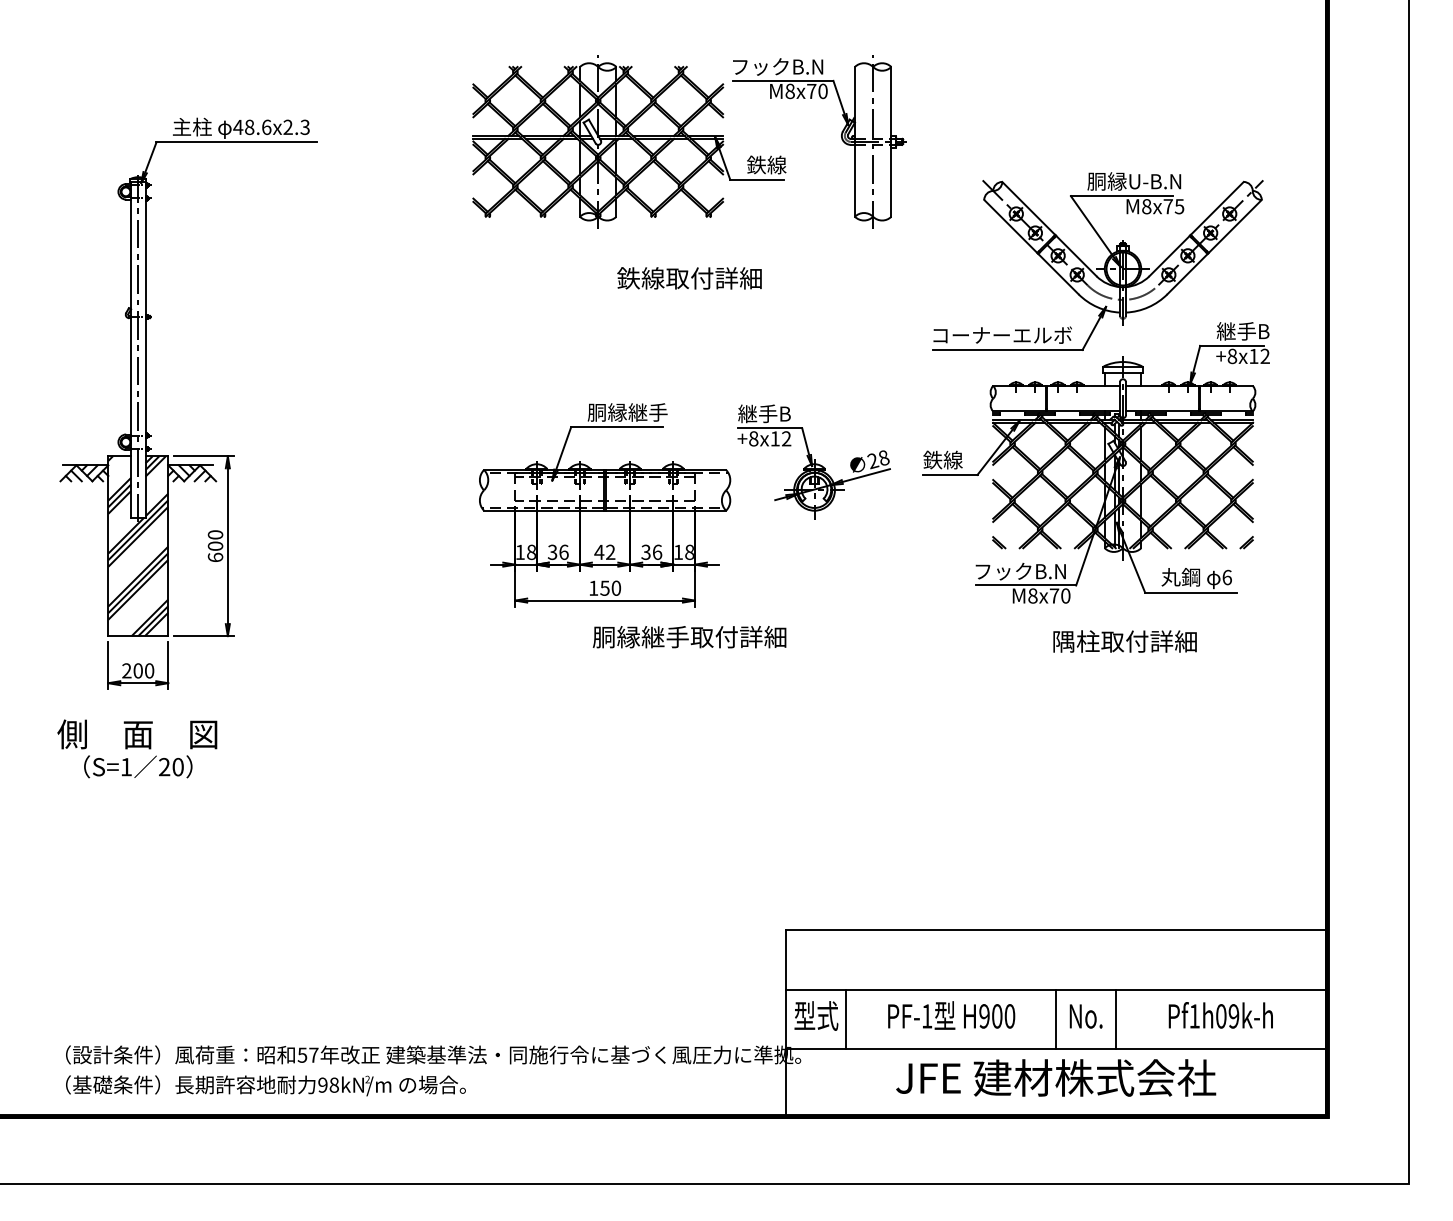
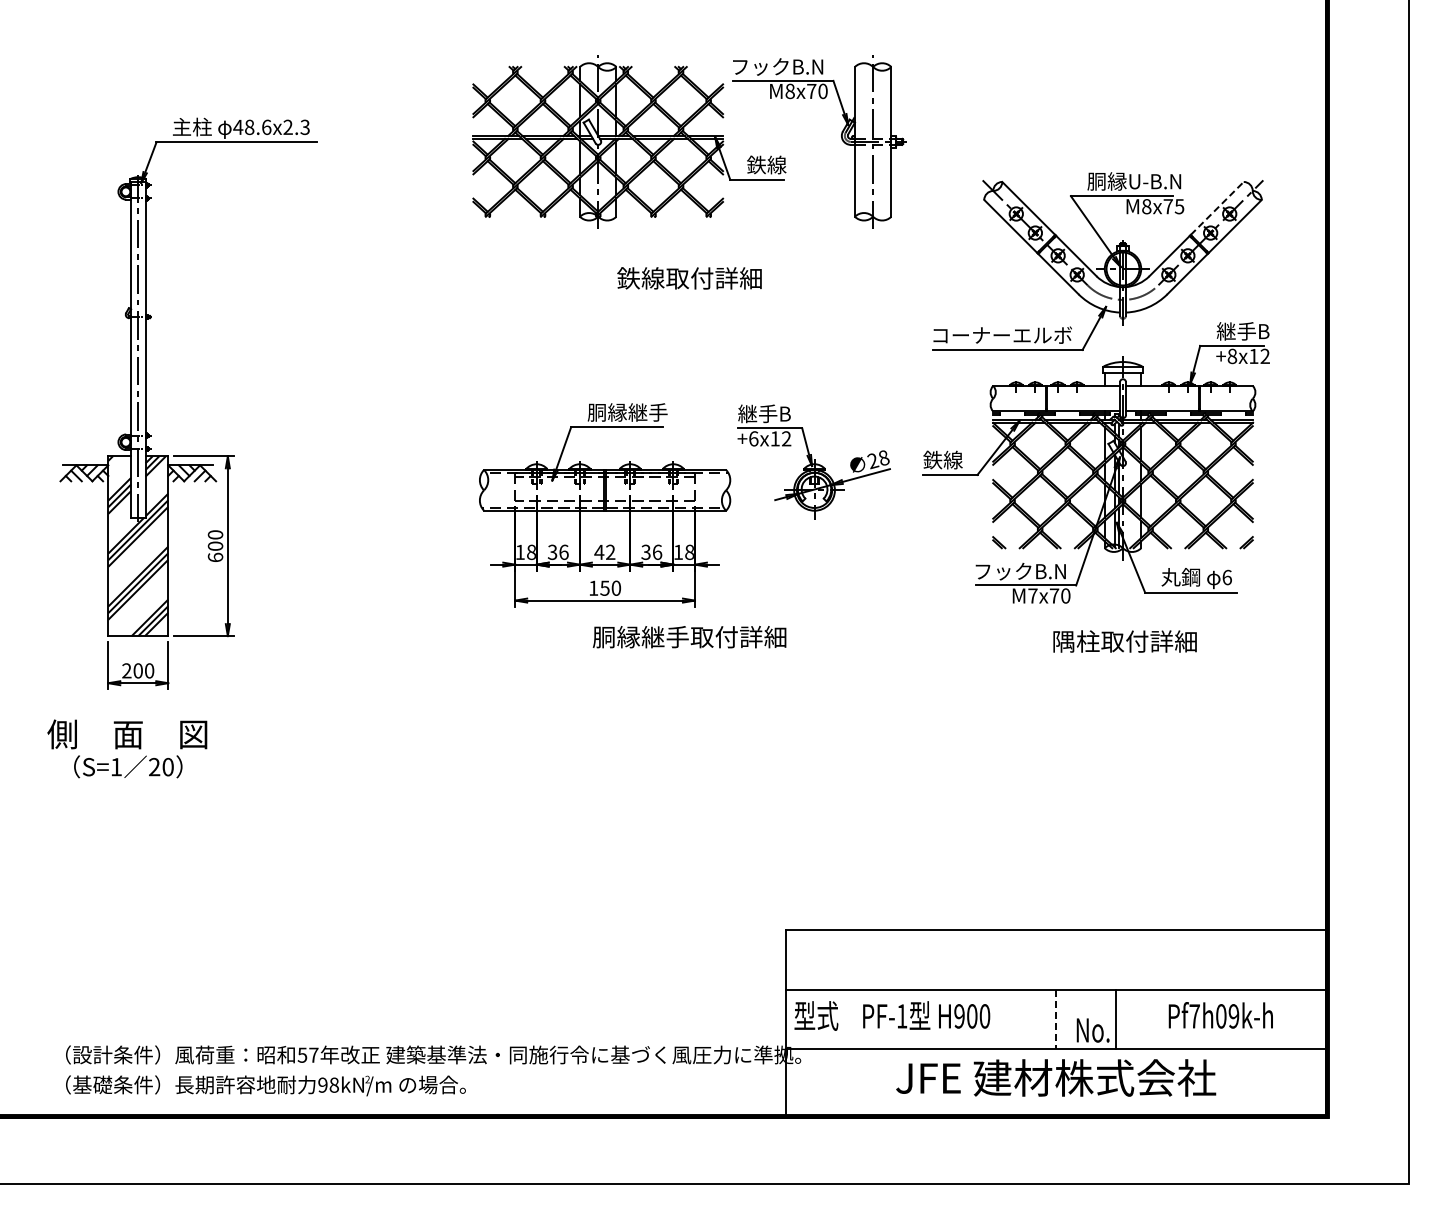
line at (1217, 208): solid -> dashed
text at (753, 438): +8x12 -> +6x12
text at (1032, 595): M8x70 -> M7x70
text at (137, 748) position: (137, 748) -> (127, 748)
text at (951, 1015) position: (951, 1015) -> (926, 1015)
text at (1085, 1016) position: (1085, 1016) -> (1092, 1030)
text at (1194, 1016): Pf1h09k-h -> Pf7h09k-h
line at (846, 1019): present -> none
line at (1055, 1019): solid -> dashed
